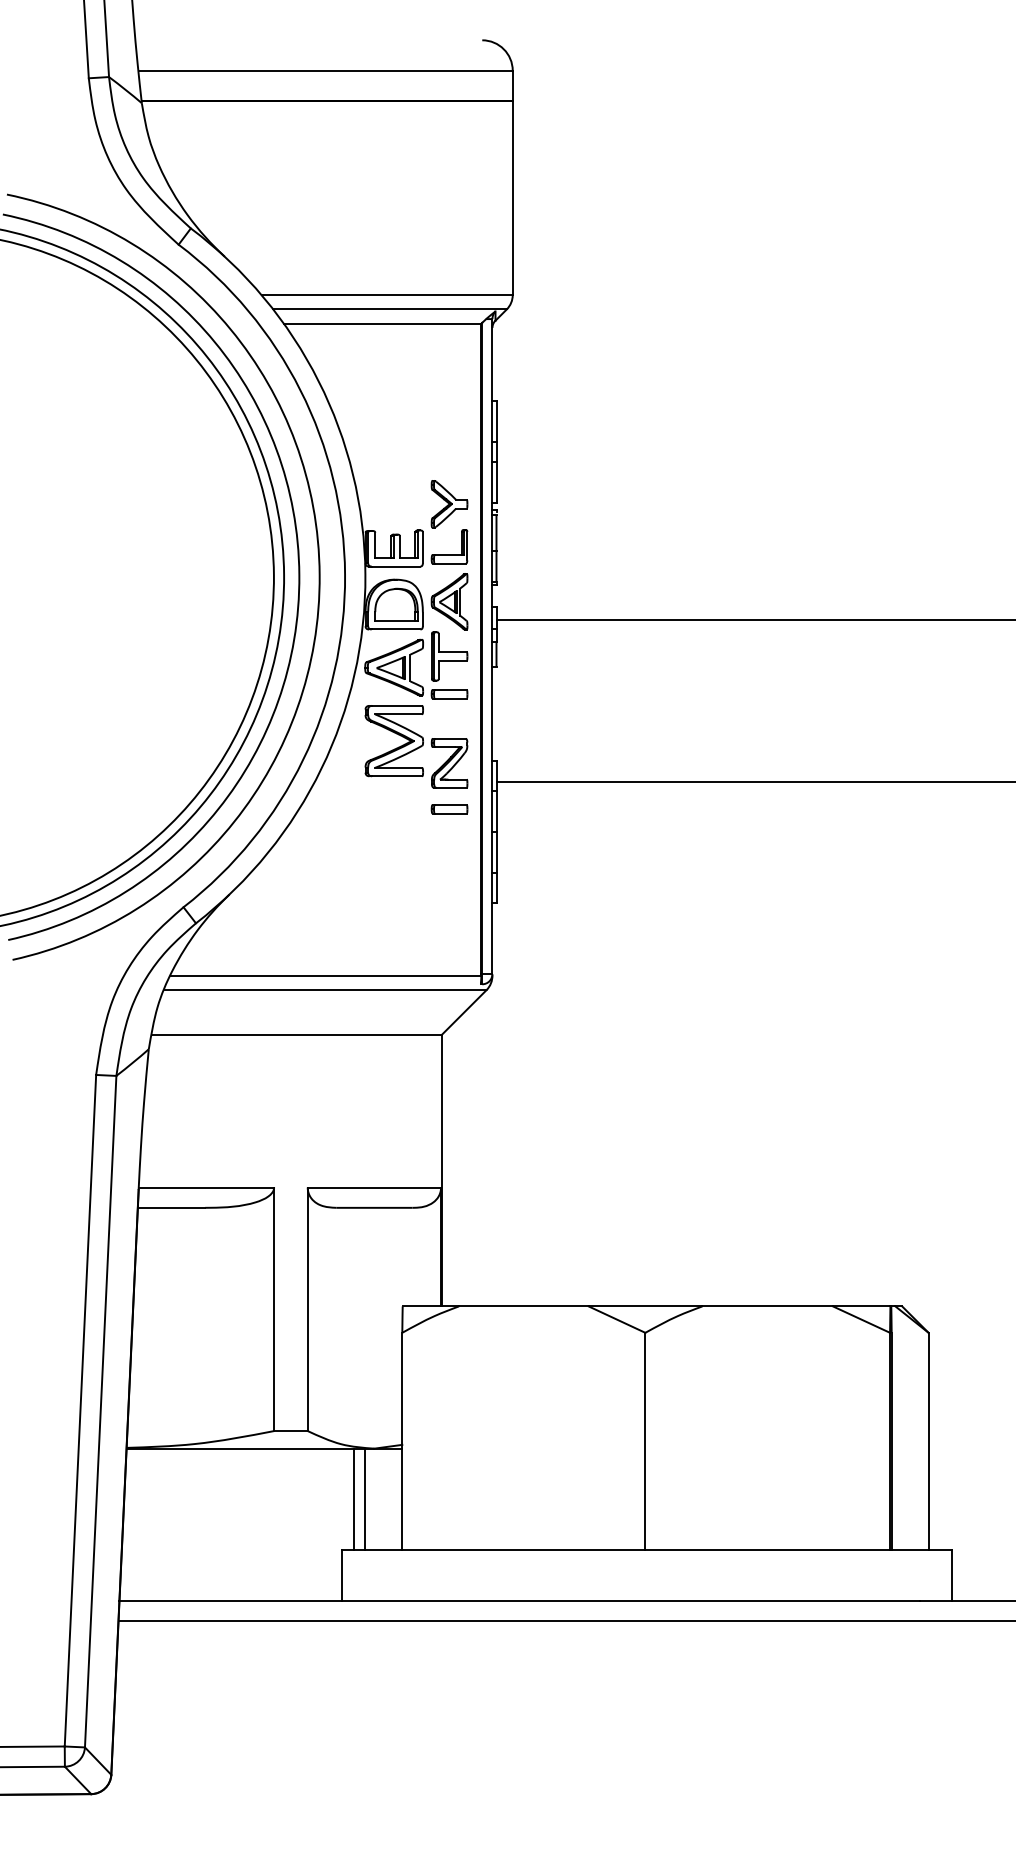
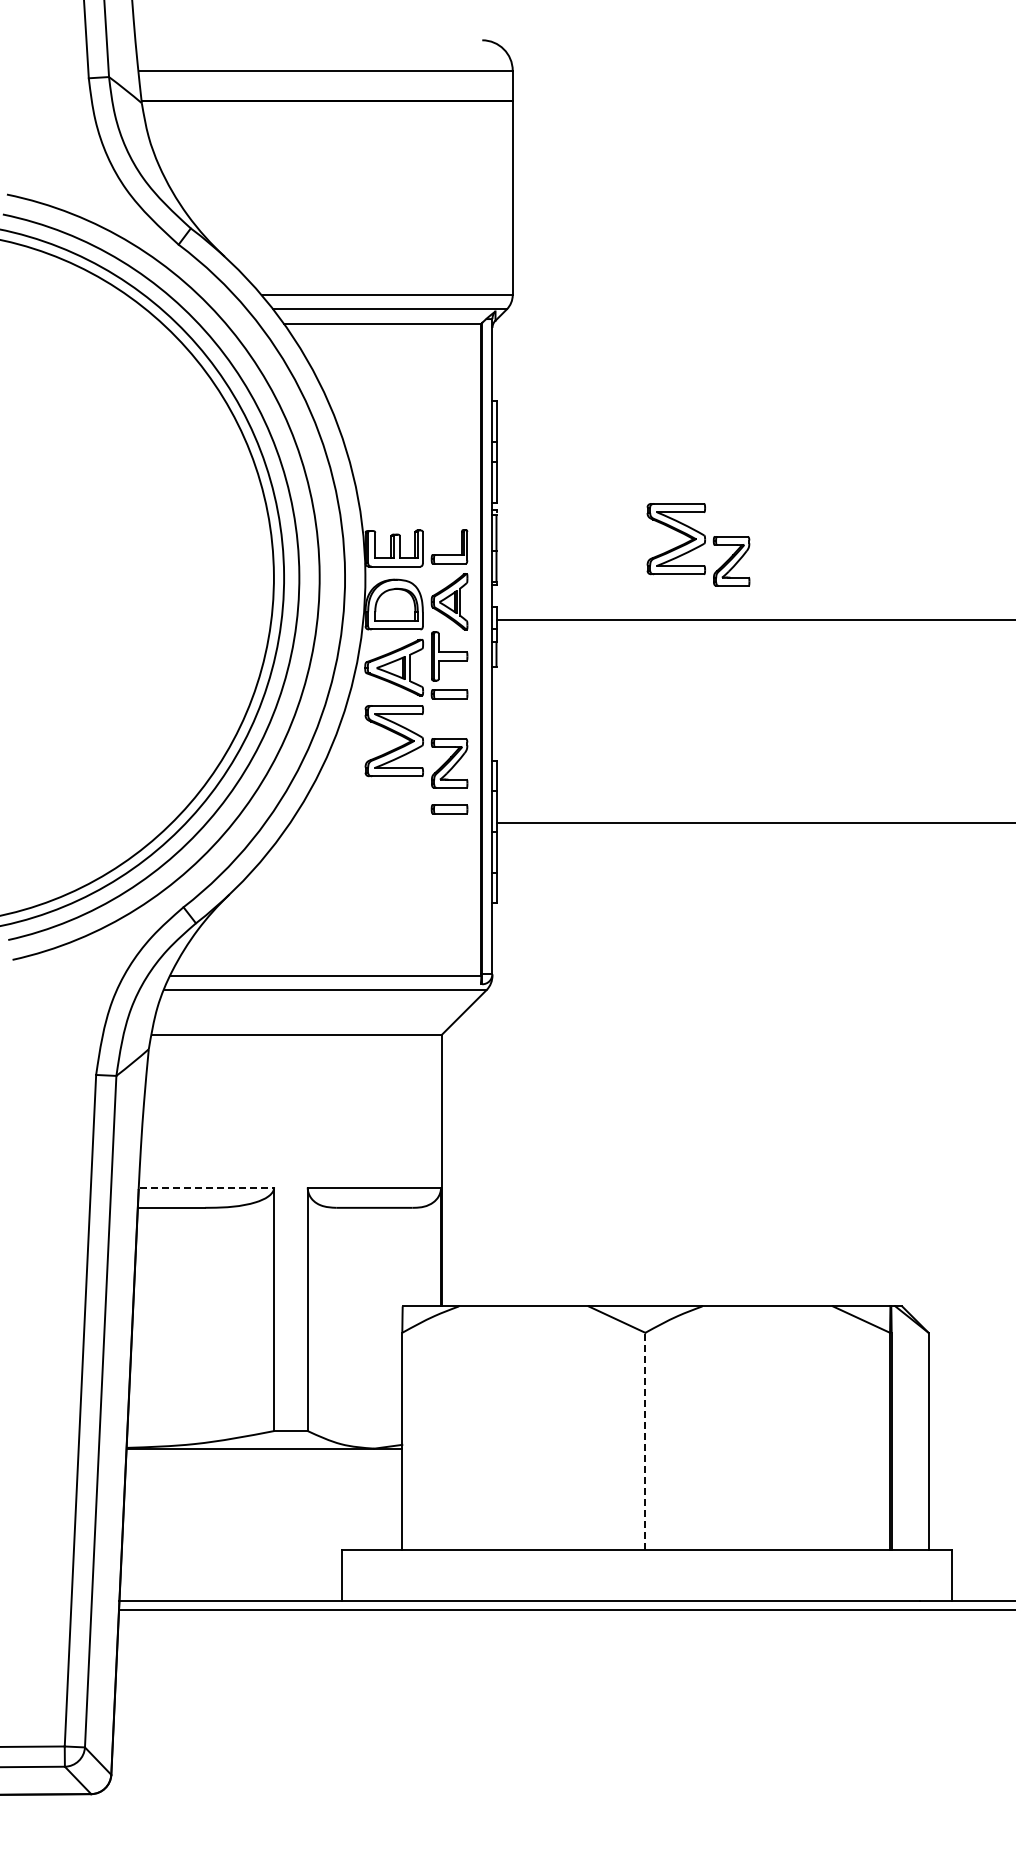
part at (449, 504): present -> none
part at (698, 544): none -> present
line at (754, 782) position: (754, 782) -> (754, 823)
line at (207, 1187): solid -> dashed
line at (645, 1441): solid -> dashed
line at (354, 1499): present -> none
line at (365, 1499): present -> none
line at (565, 1621) position: (565, 1621) -> (565, 1610)
